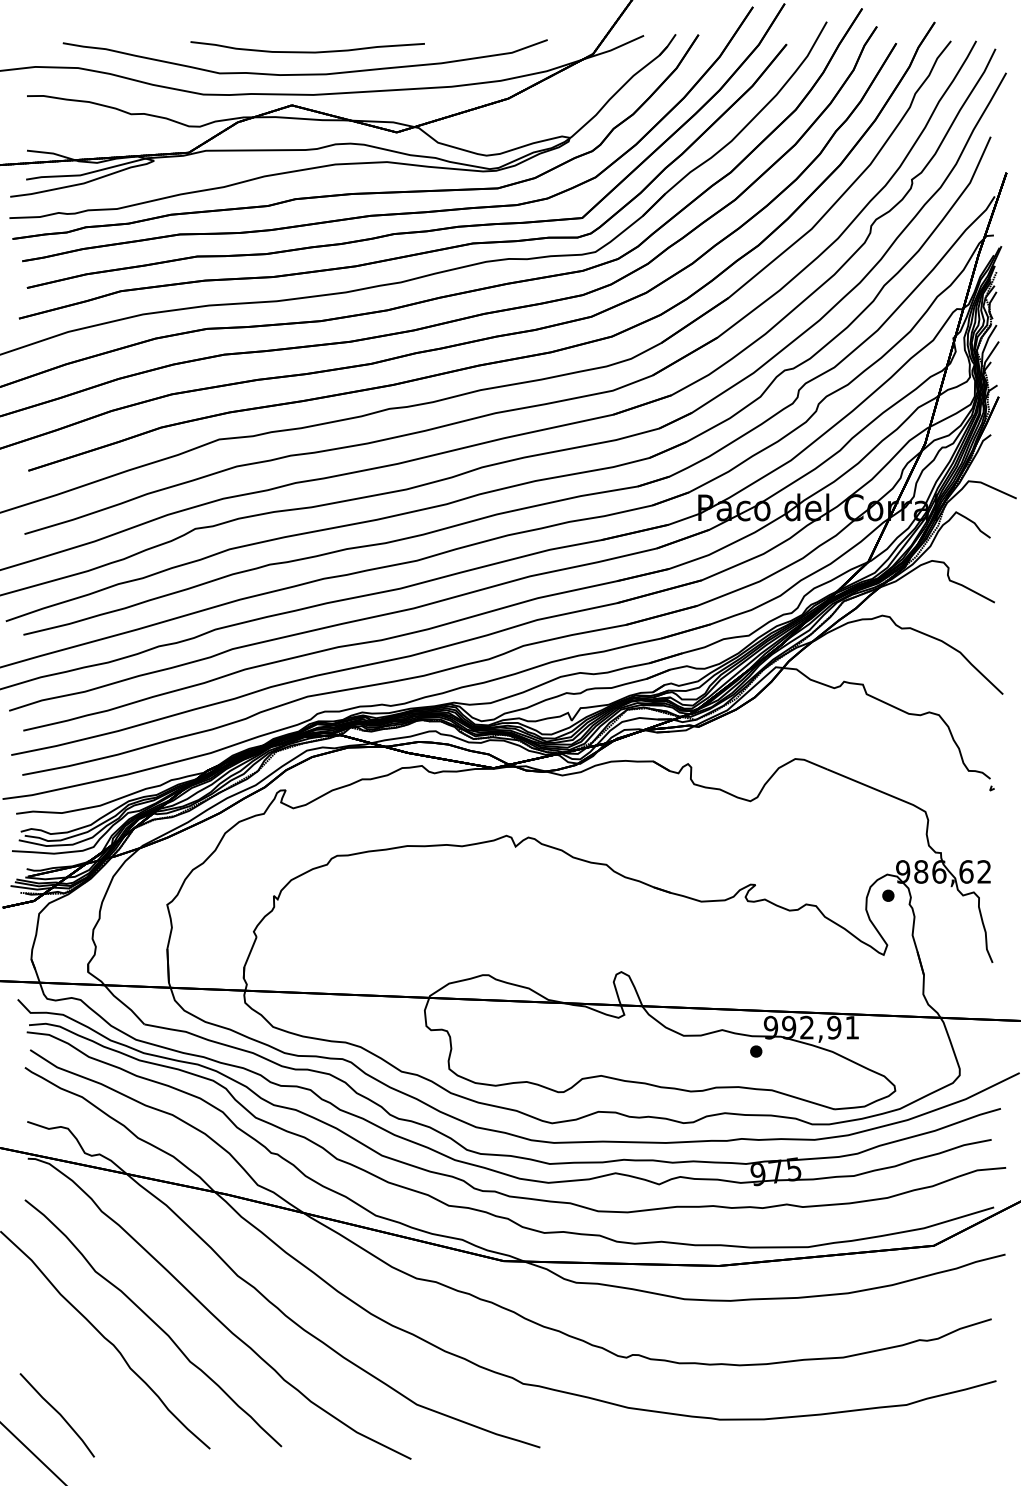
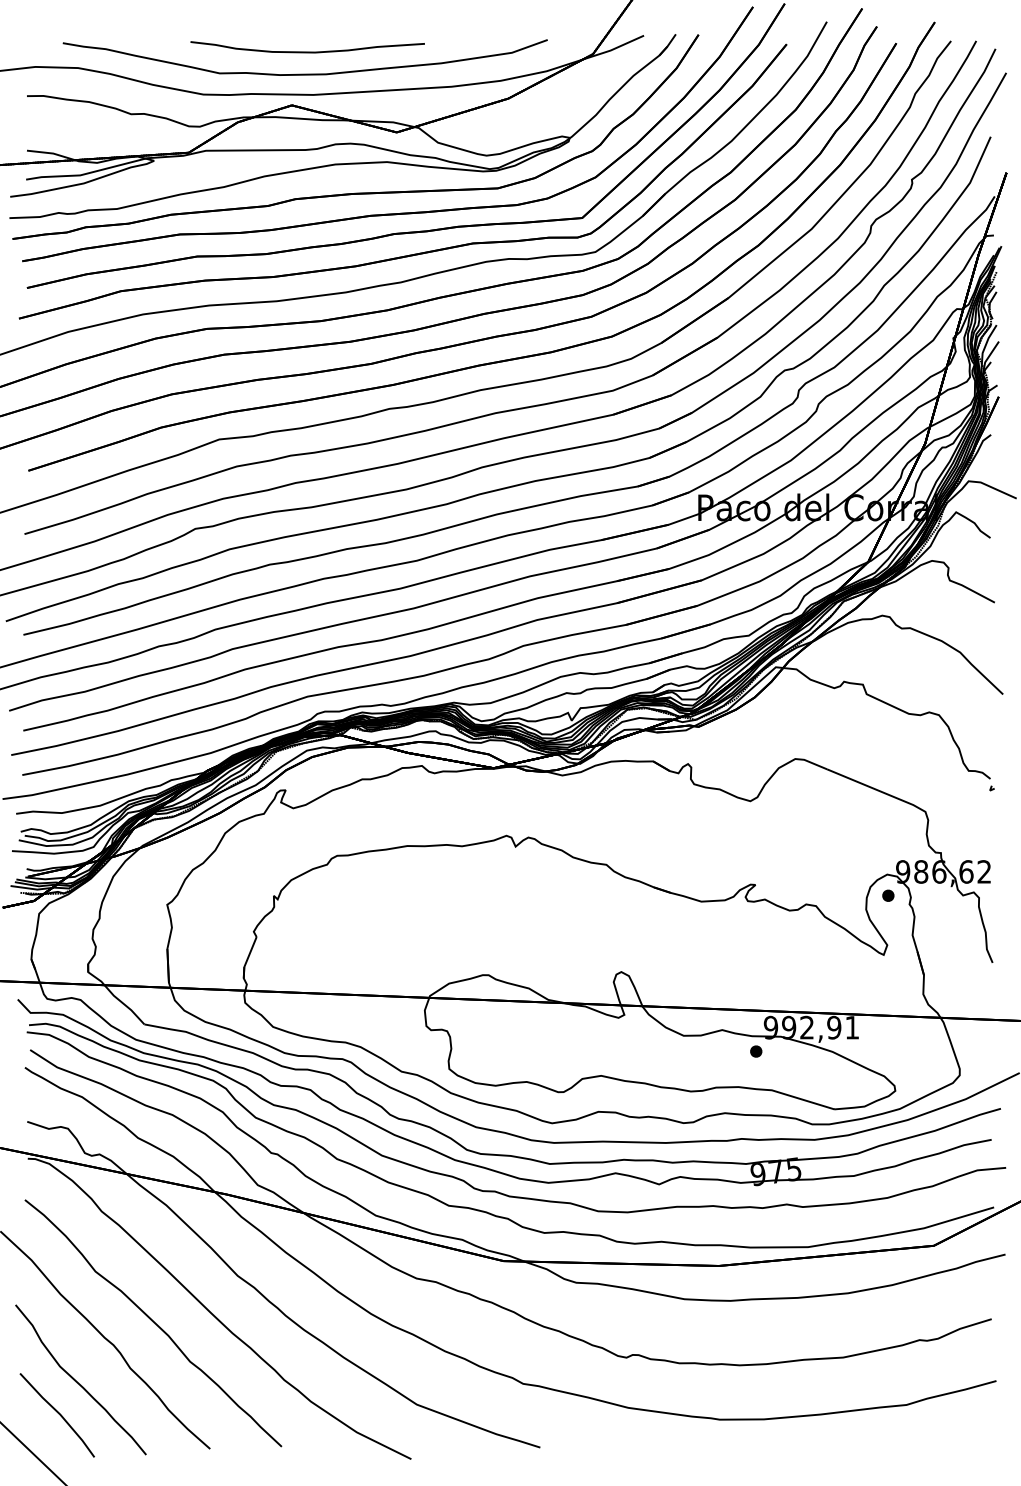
part at (80, 1379): none -> present
